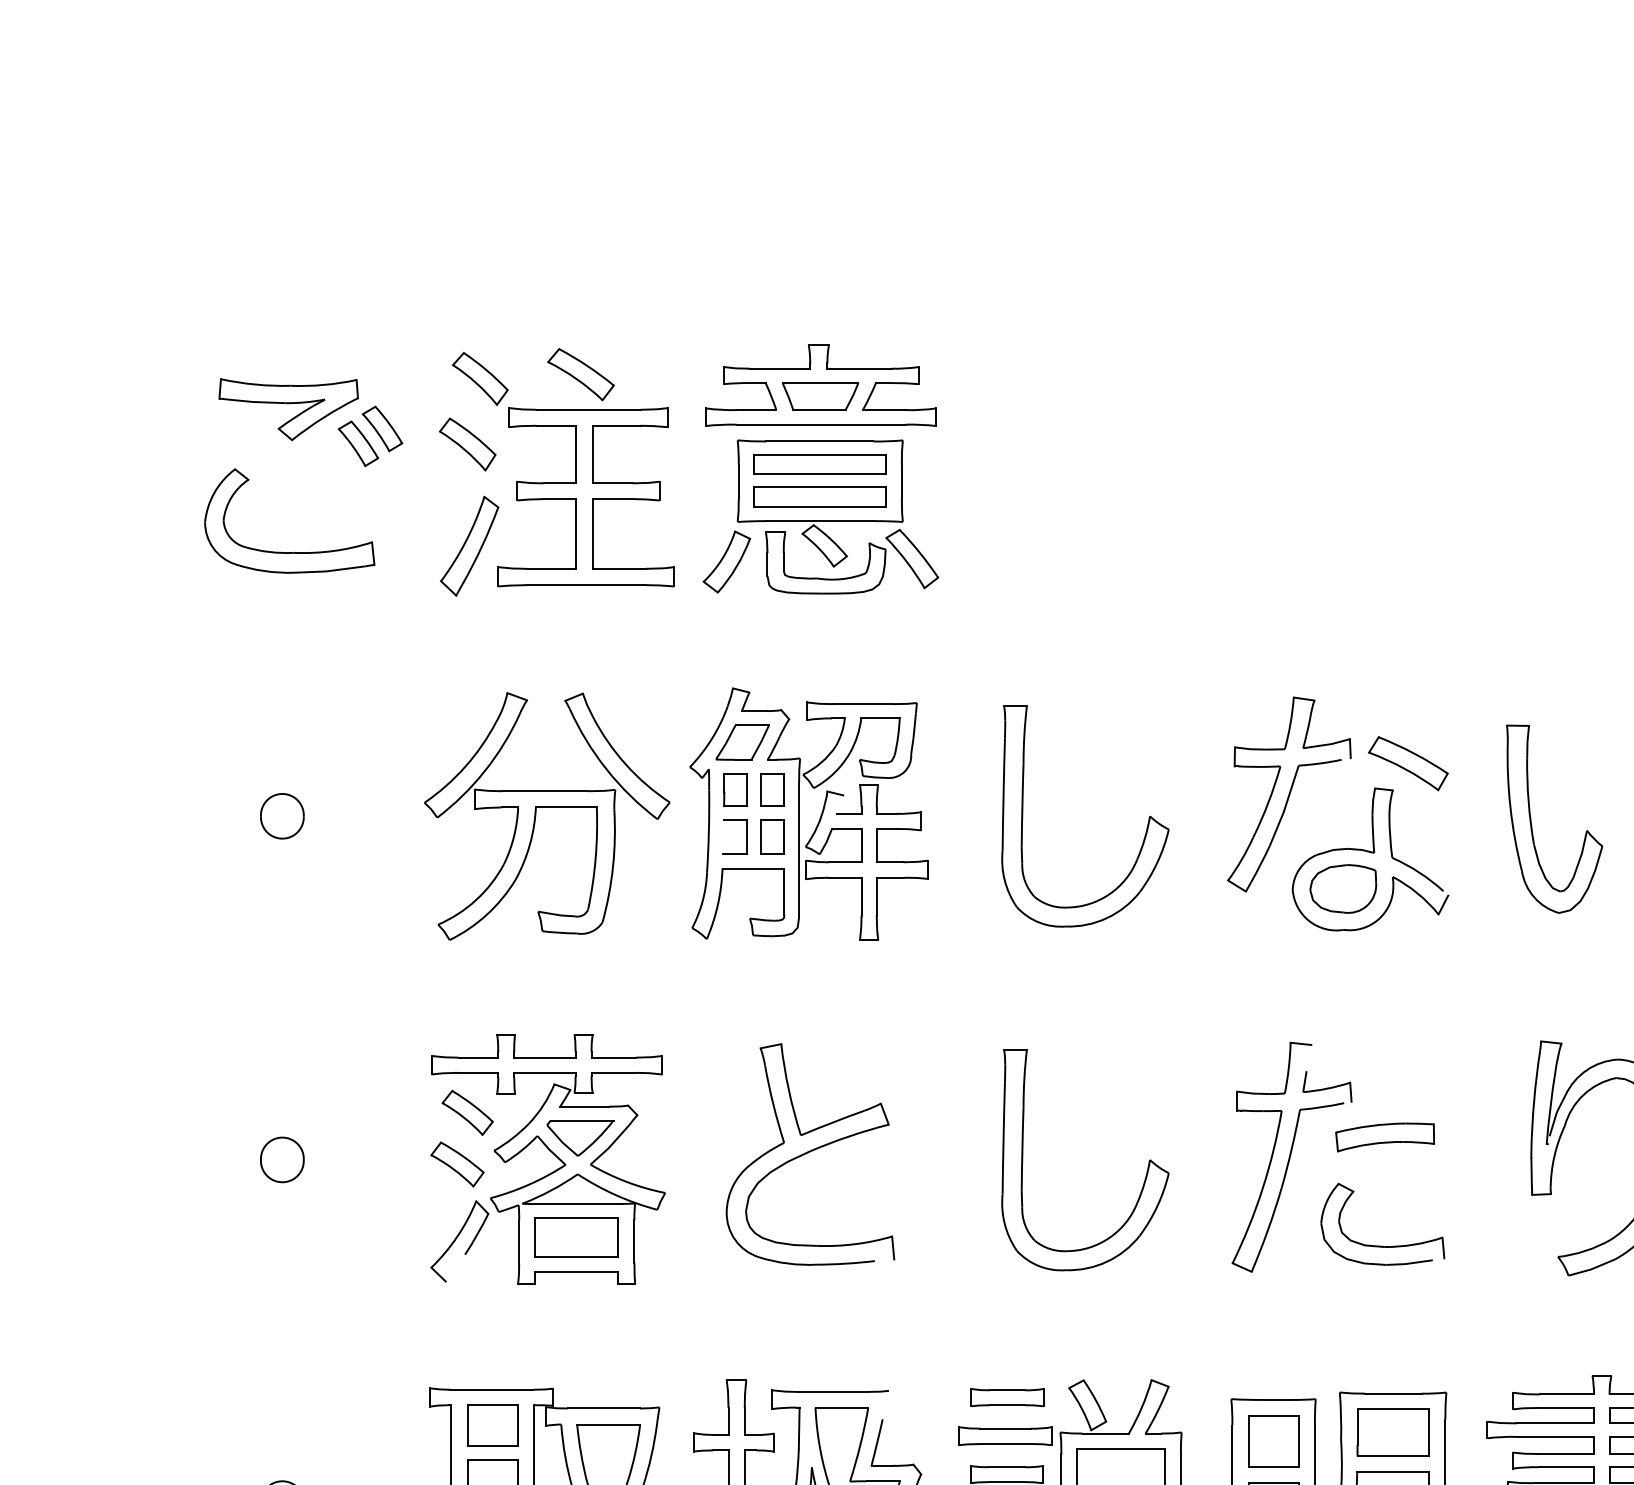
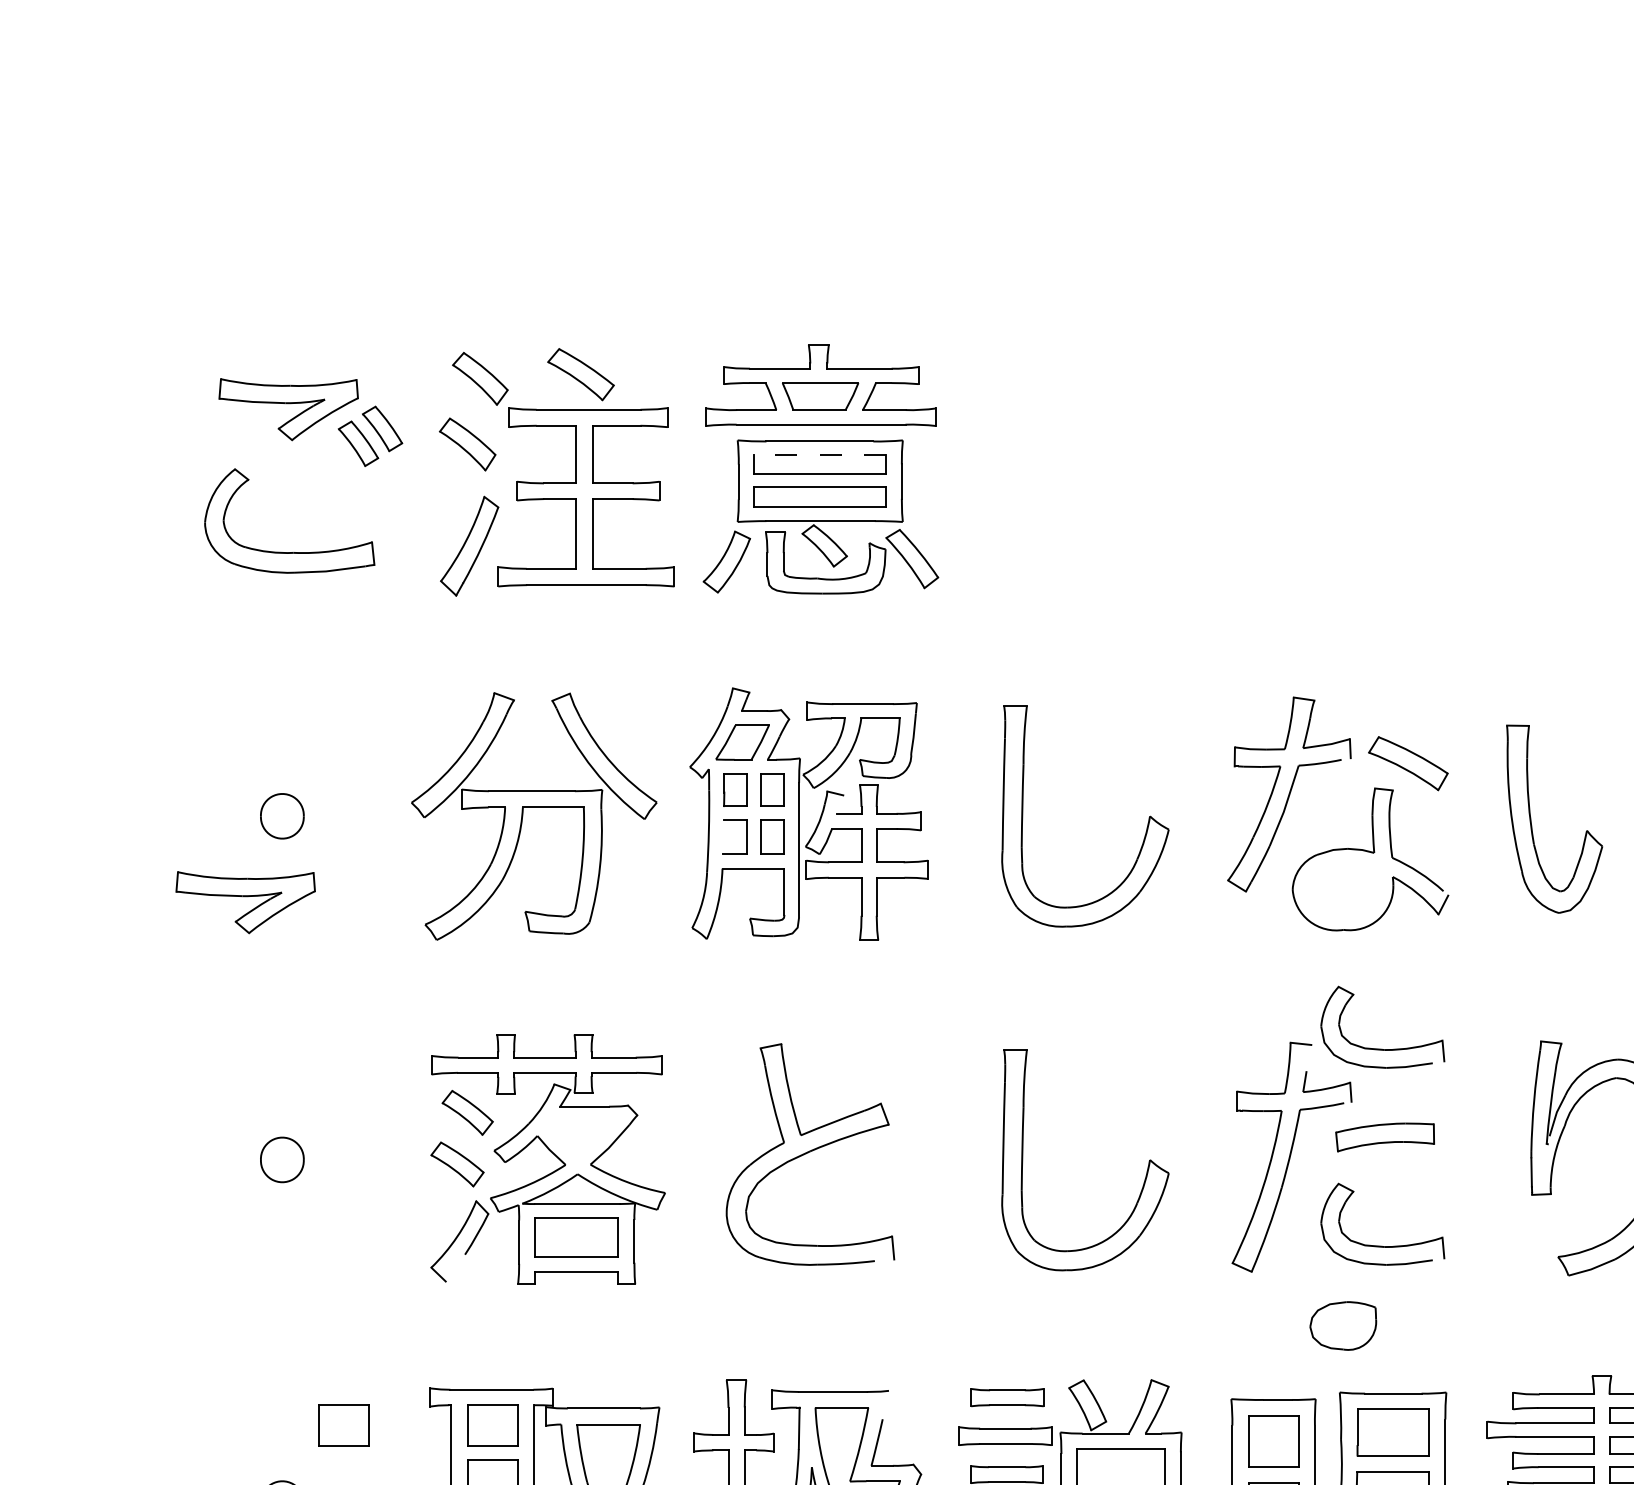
line at (819, 455): solid -> dashed
part at (547, 807) position: (547, 807) -> (534, 807)
part at (1343, 888) position: (1343, 888) -> (1343, 1325)
part at (245, 902): none -> present
part at (1381, 1048): none -> present
part at (580, 1138): present -> none
part at (343, 1425): none -> present
